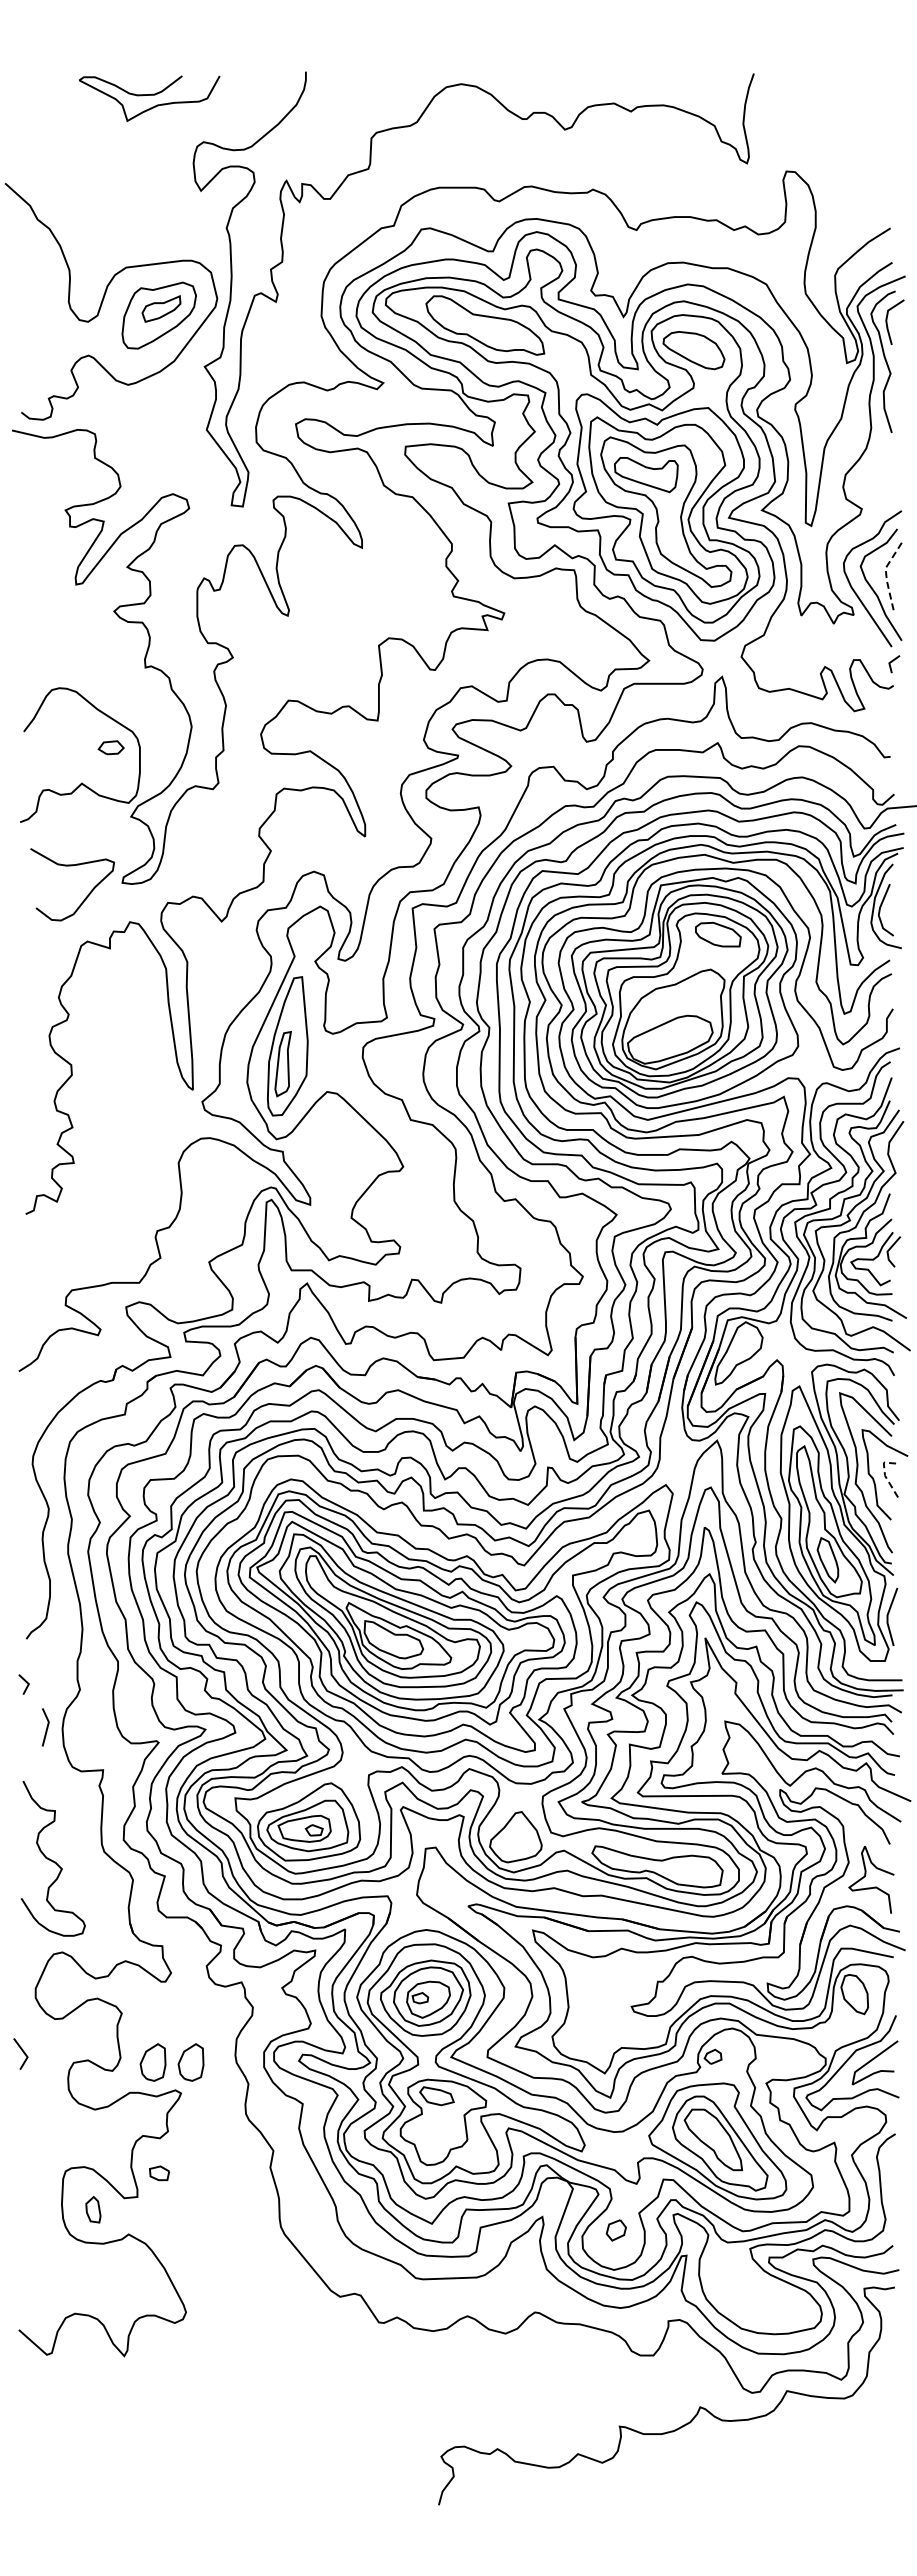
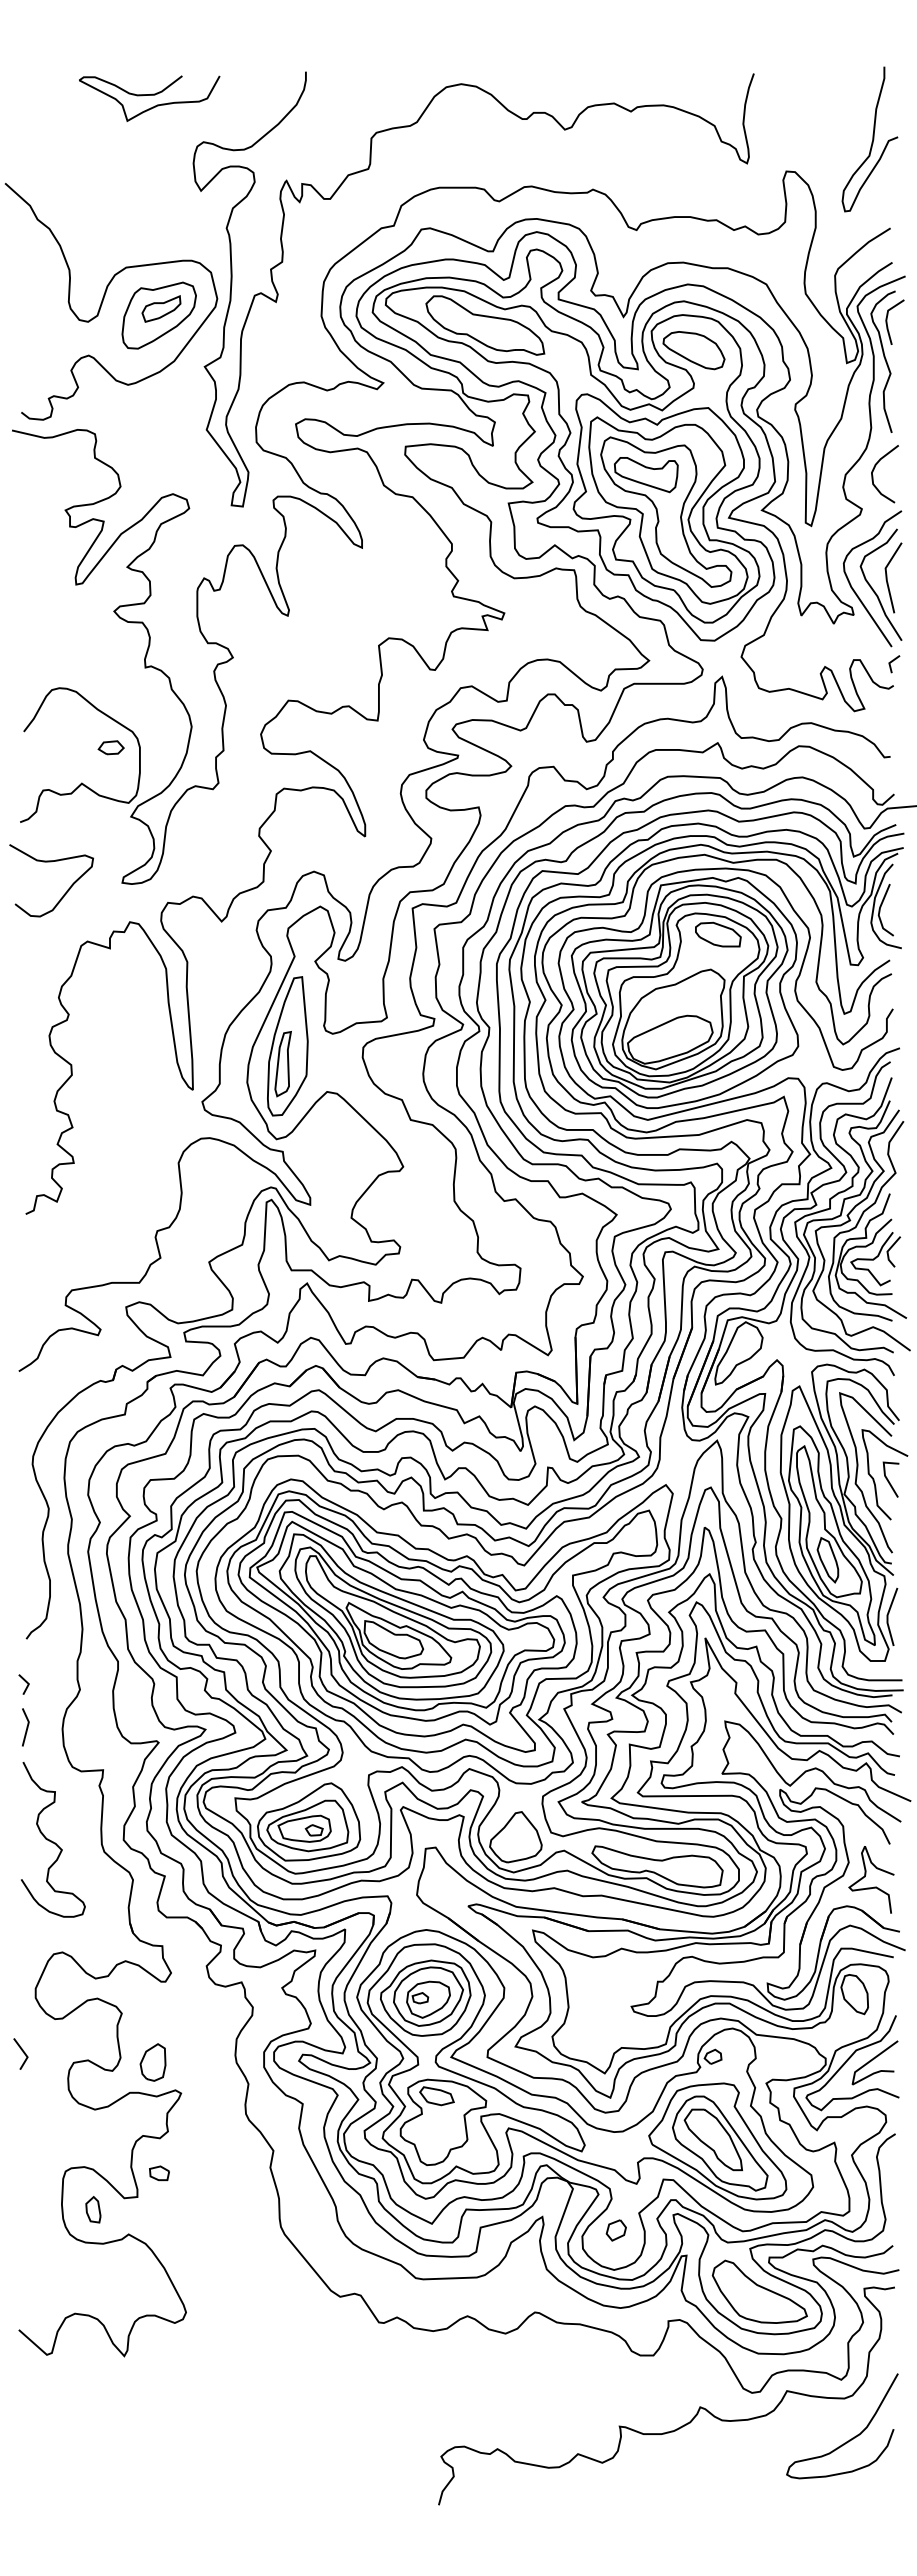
curve at (871, 141): none -> present
curve at (873, 475): none -> present
line at (886, 576): dashed -> solid
curve at (72, 866) position: (72, 866) -> (51, 862)
line at (884, 1473): dashed -> solid
line at (46, 1727) position: (46, 1727) -> (26, 1727)
curve at (53, 1860) position: (53, 1860) -> (53, 1841)
part at (190, 2062): present -> none
part at (759, 2291): none -> present
curve at (849, 2439): none -> present
